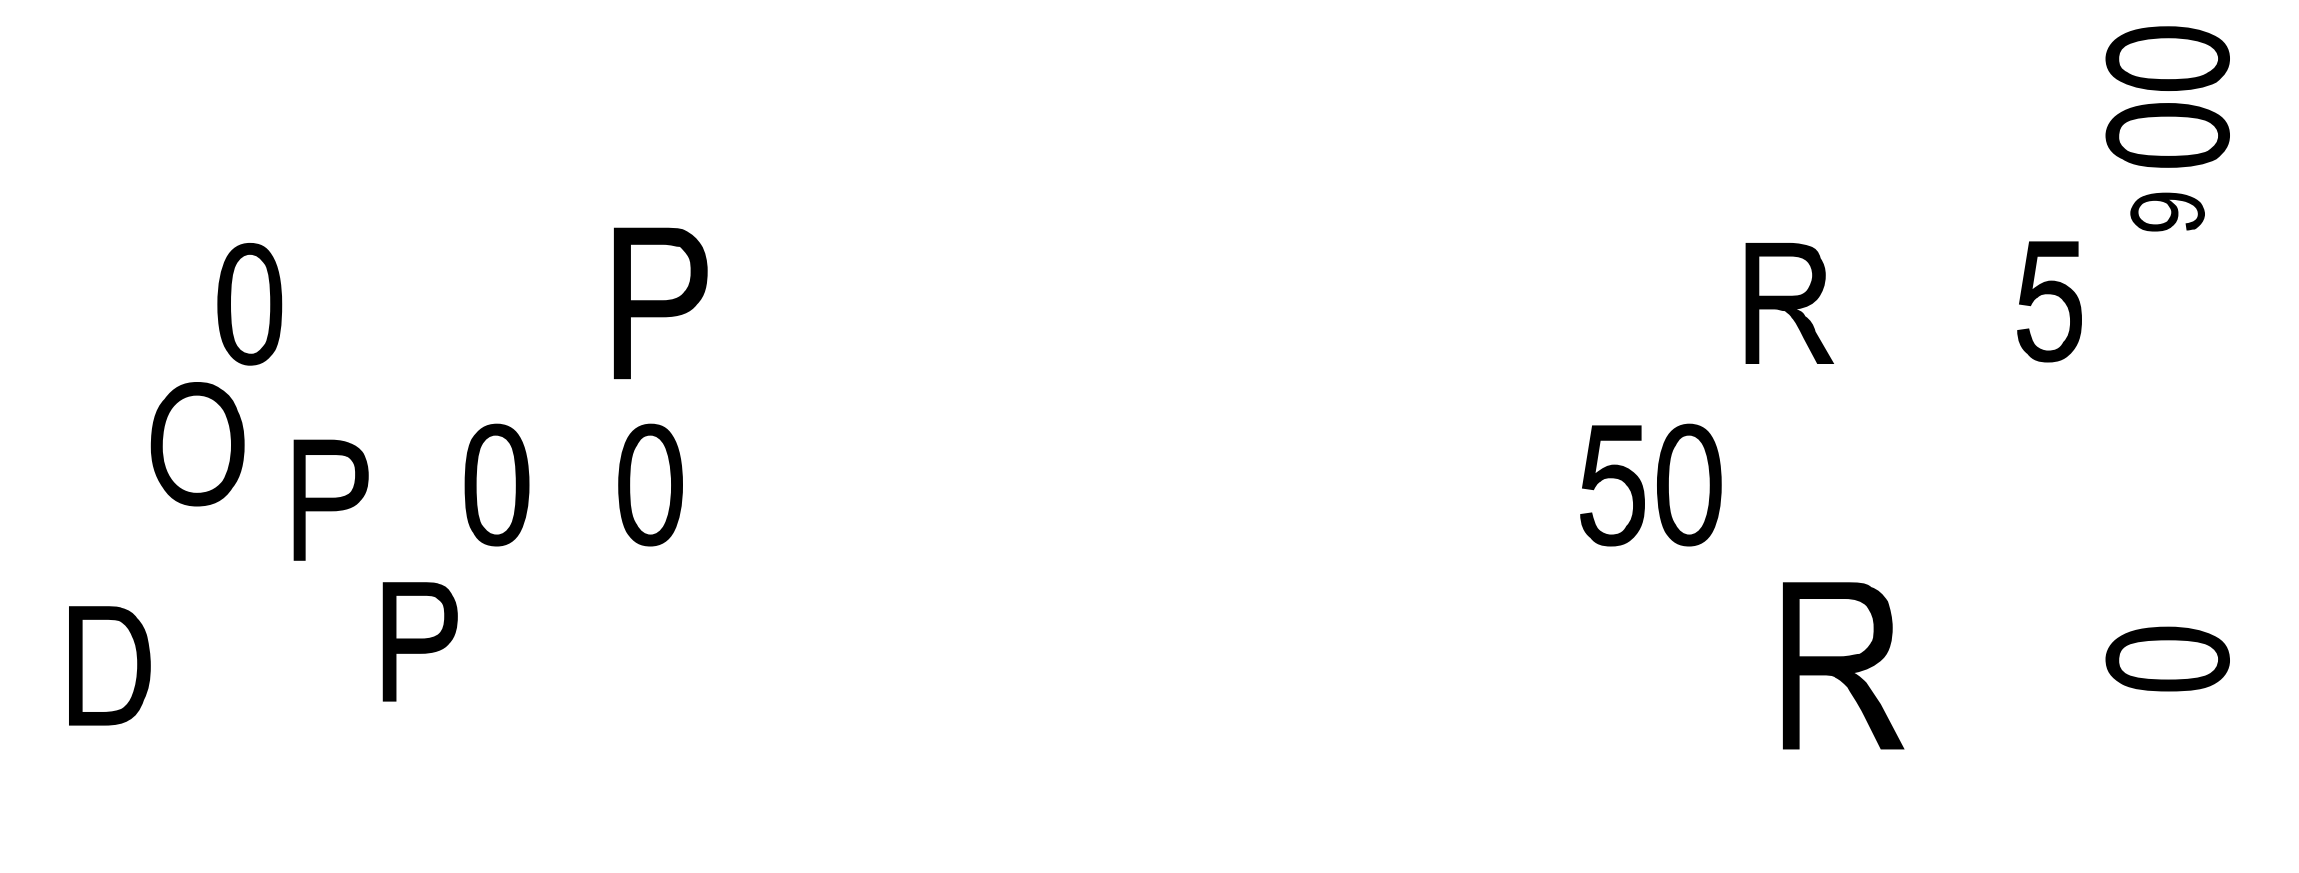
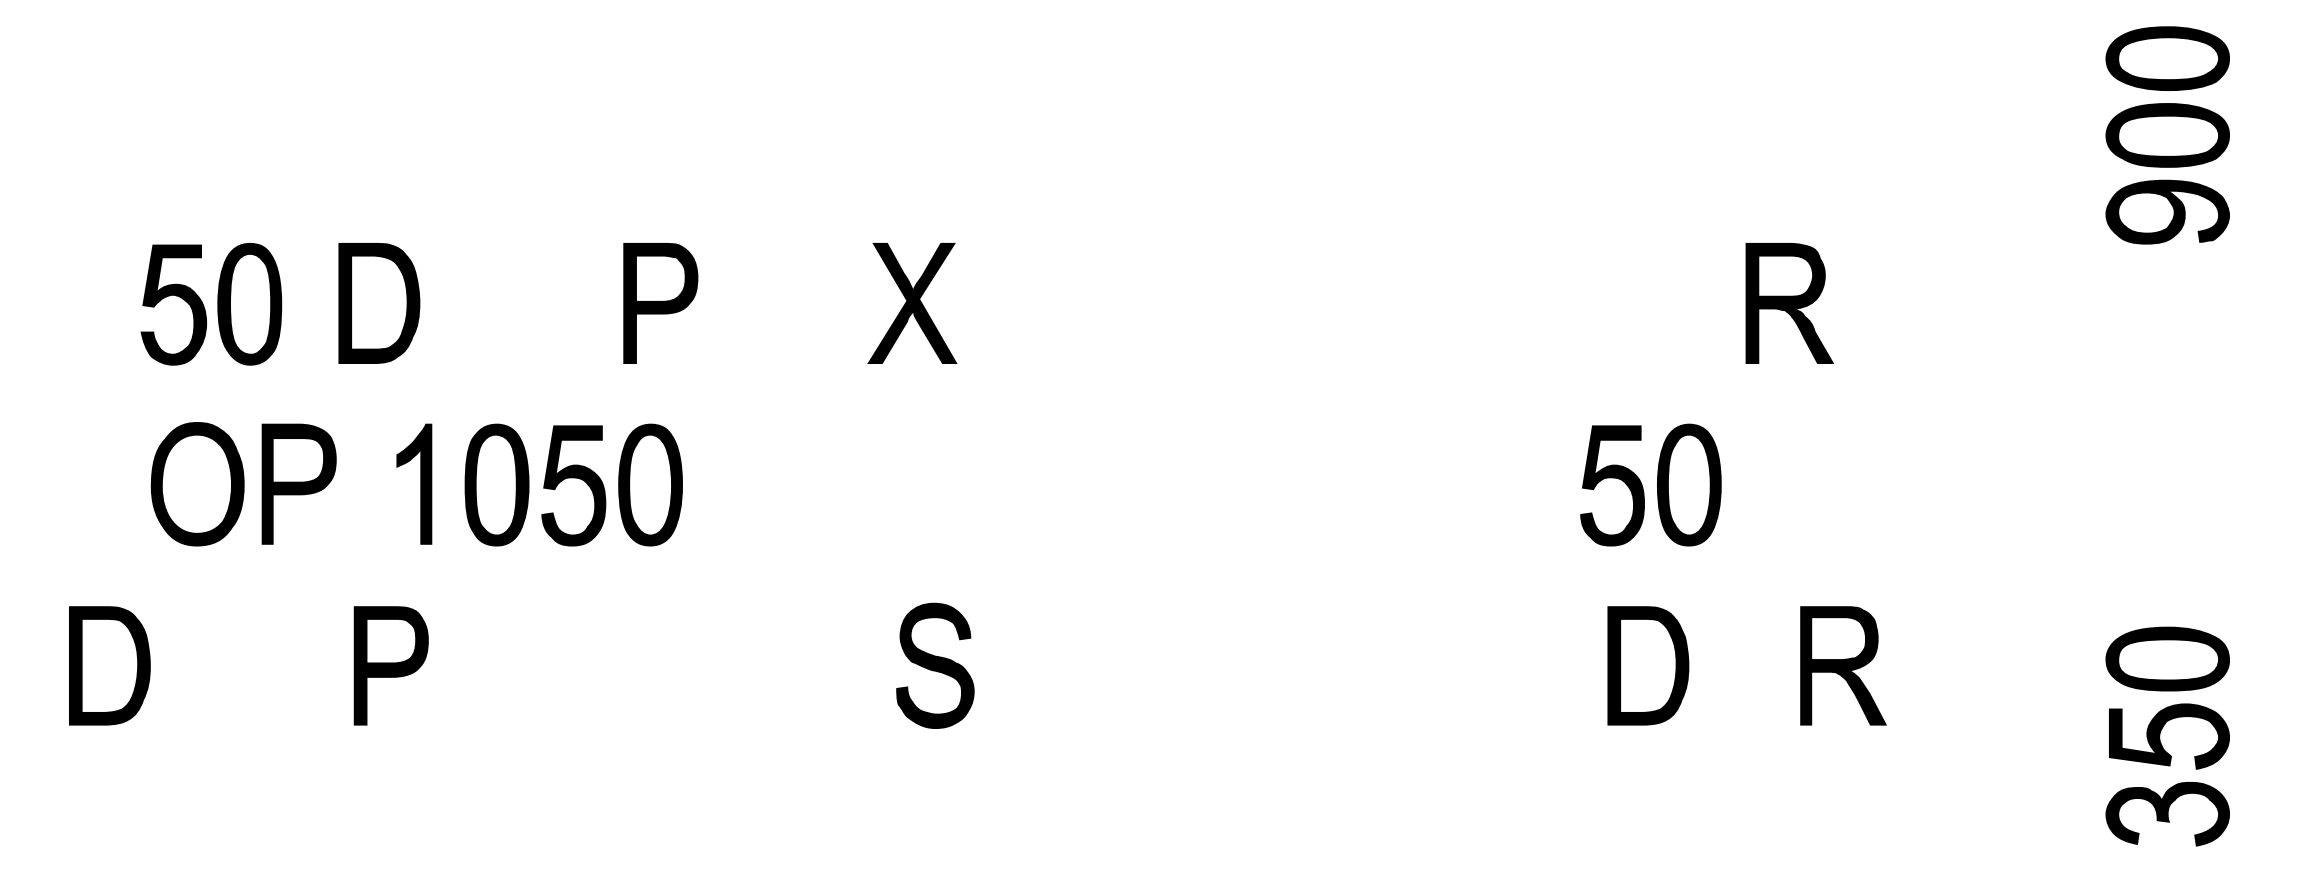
part at (2167, 211) size: 75x40 px -> 125x66 px
part at (2049, 294): present -> none
part at (379, 303): none -> present
part at (660, 303) size: 94x153 px -> 76x121 px
fill at (912, 303): none -> present
fill at (173, 304): none -> present
part at (197, 444) position: (197, 444) -> (197, 484)
fill at (414, 483): none -> present
fill at (573, 485): none -> present
part at (330, 499) position: (330, 499) -> (298, 483)
part at (419, 641) position: (419, 641) -> (390, 665)
fill at (935, 665): none -> present
part at (1648, 665): none -> present
part at (1843, 665) size: 122x168 px -> 87x120 px
part at (2160, 736): none -> present
fill at (2167, 813): none -> present
